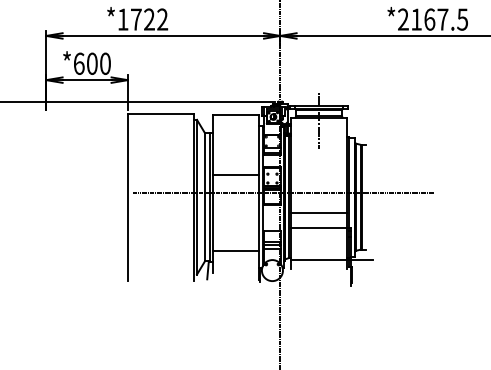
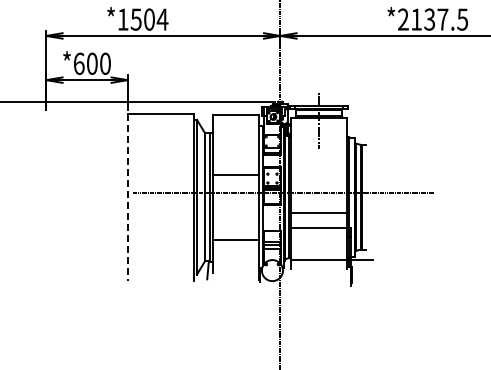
text at (149, 19): *1722 -> *1504
text at (429, 19): *2167.5 -> *2137.5
line at (127, 197): solid -> dashed
line at (235, 251) position: (235, 251) -> (235, 240)
